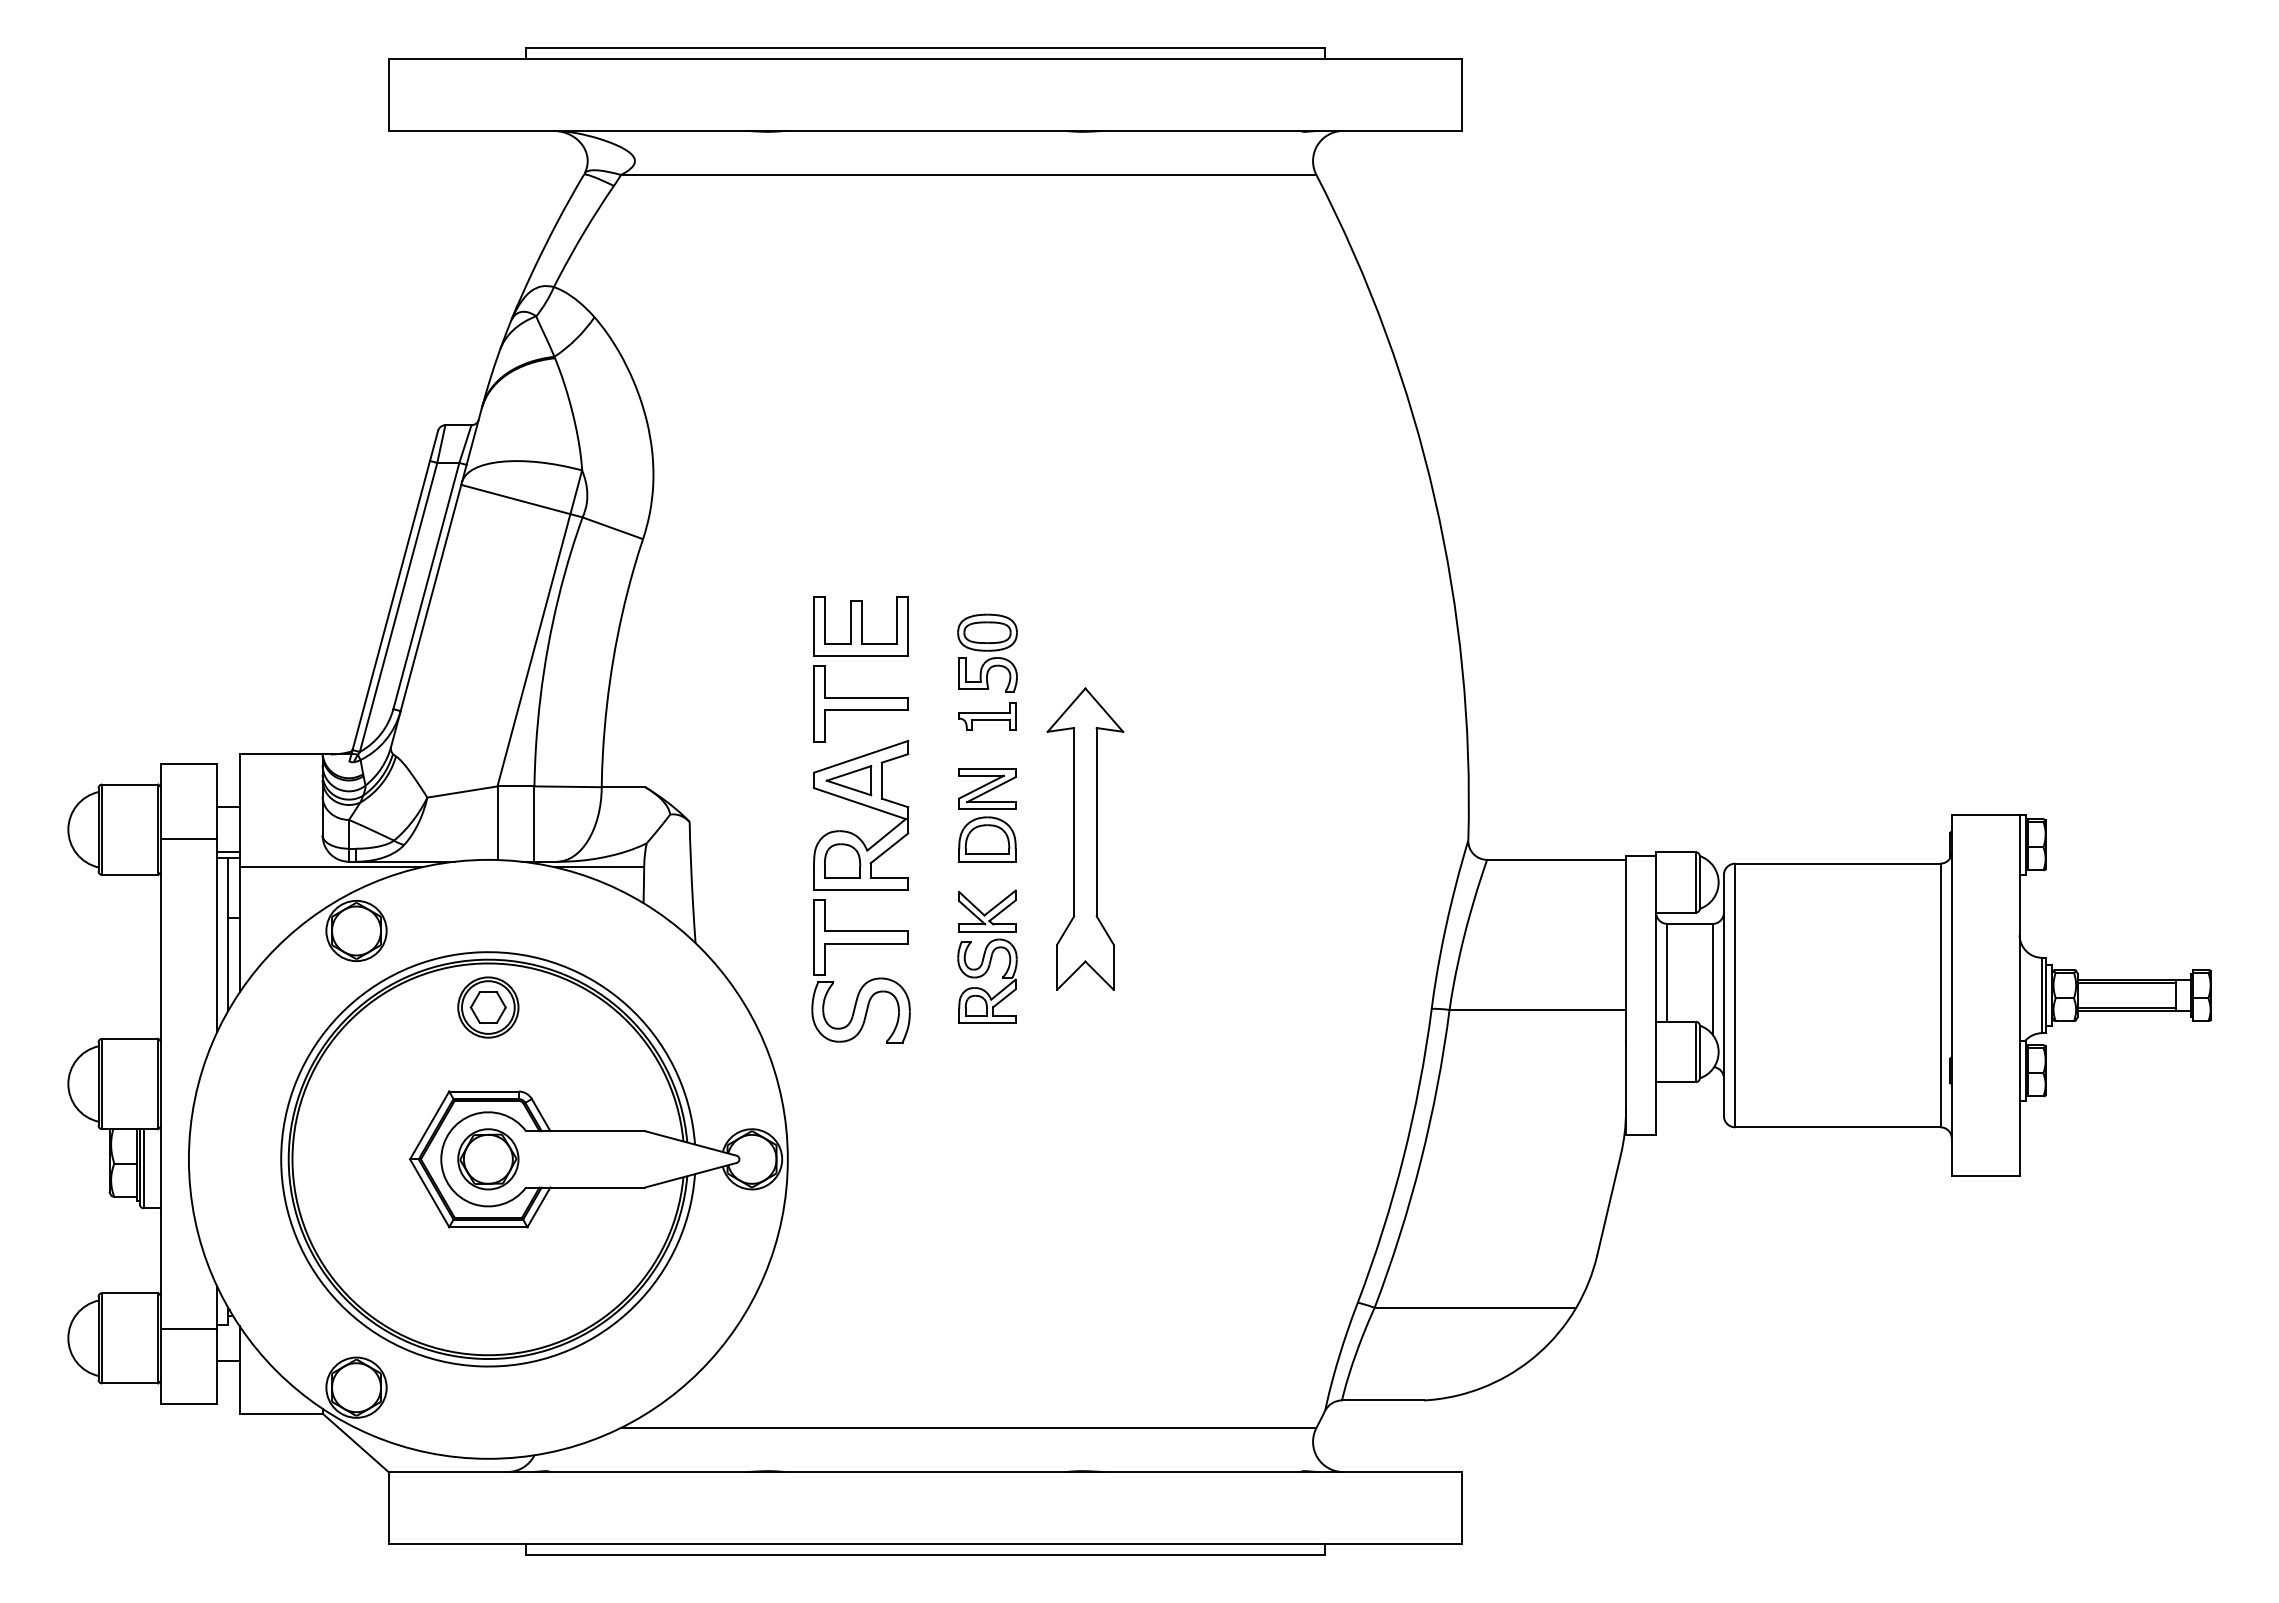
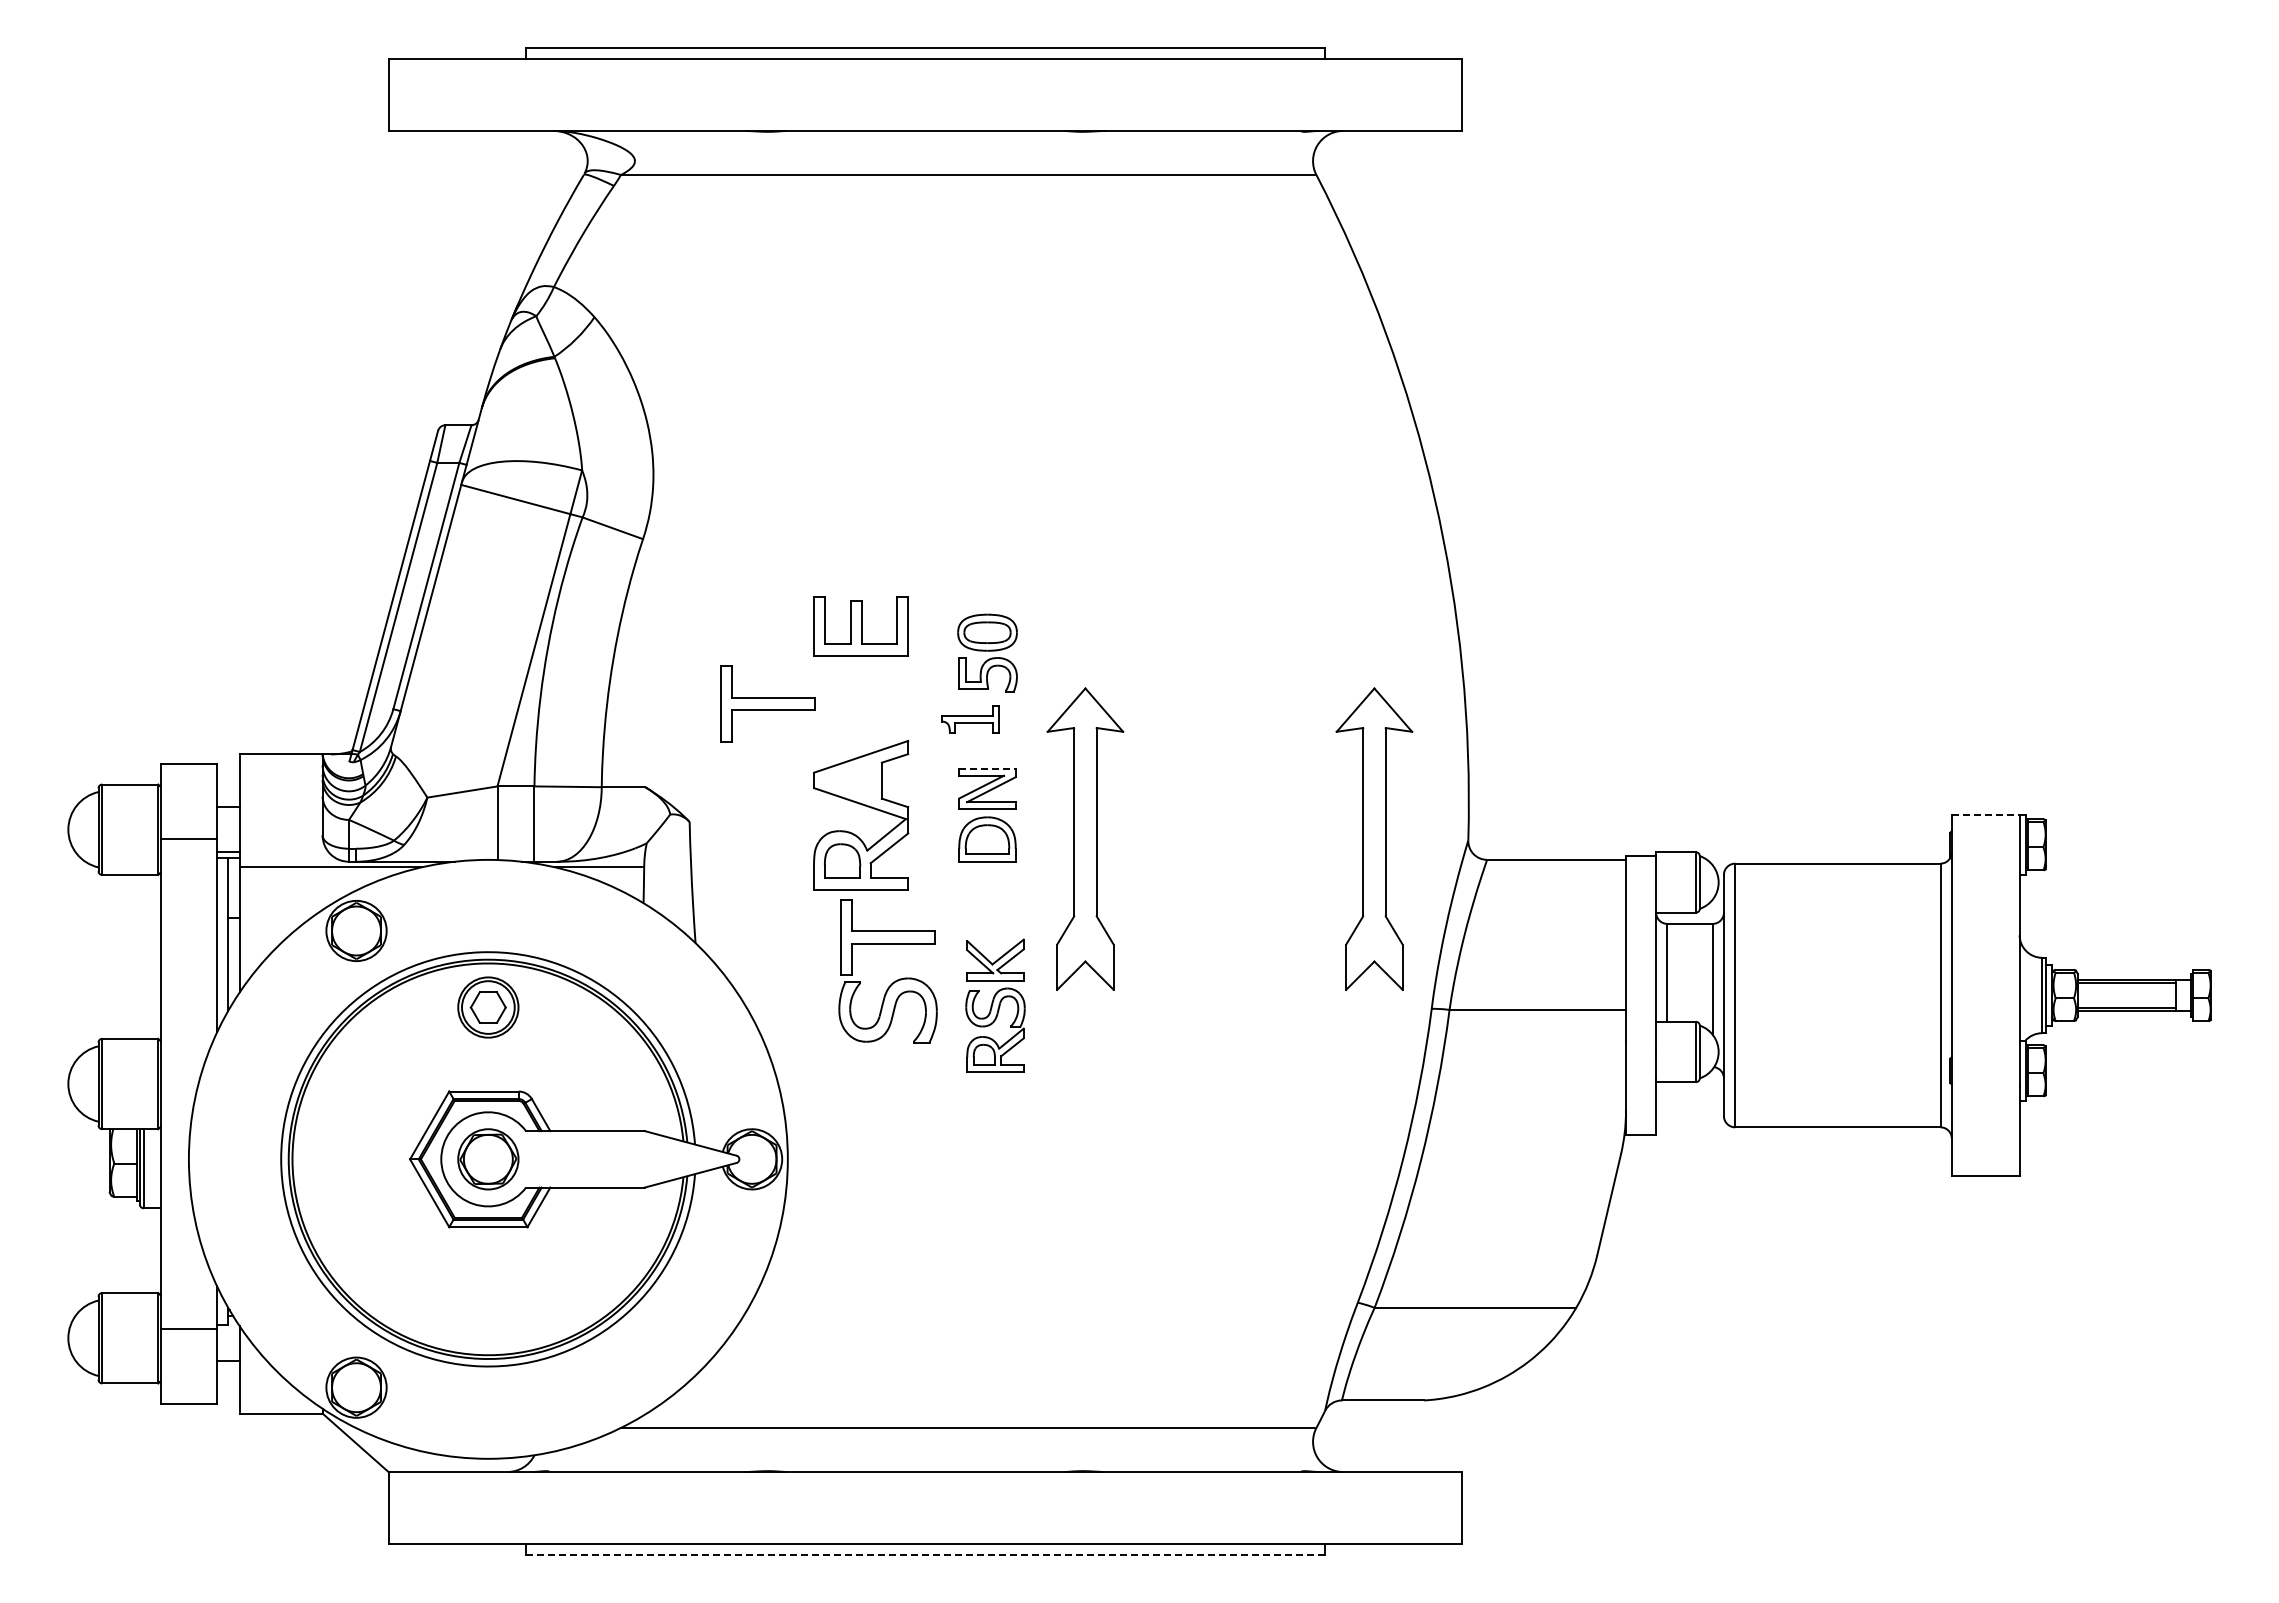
part at (860, 703) position: (860, 703) -> (767, 703)
part at (987, 716) position: (987, 716) -> (970, 719)
line at (987, 768): solid -> dashed
part at (848, 780): present -> none
line at (1985, 814): solid -> dashed
part at (1374, 838): none -> present
part at (987, 956) position: (987, 956) -> (995, 1005)
part at (866, 981) position: (866, 981) -> (893, 981)
line at (924, 1554): solid -> dashed
